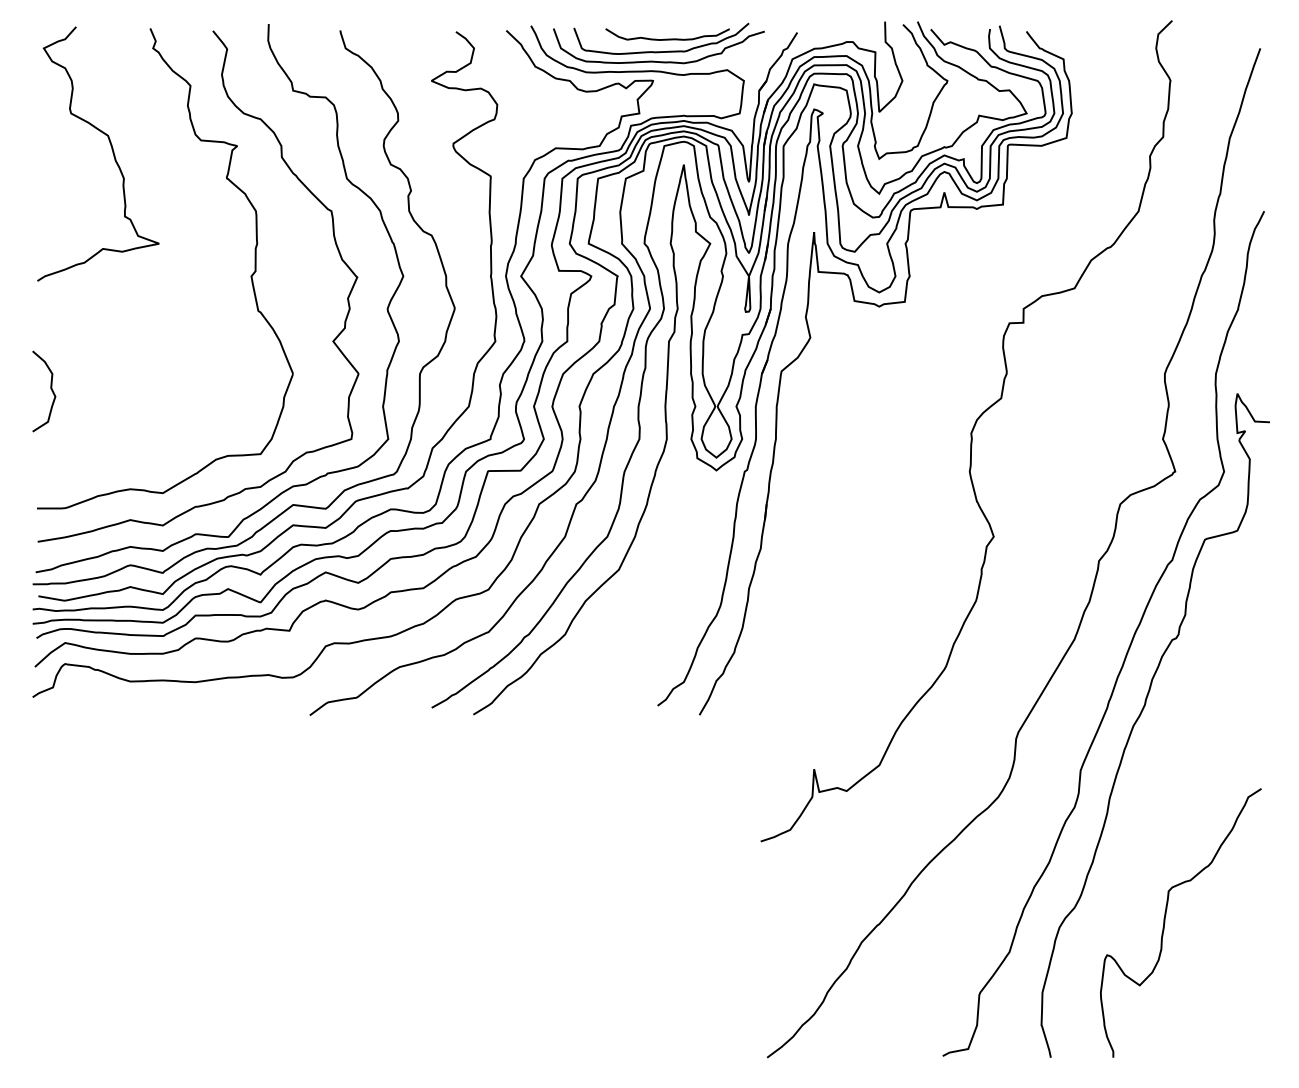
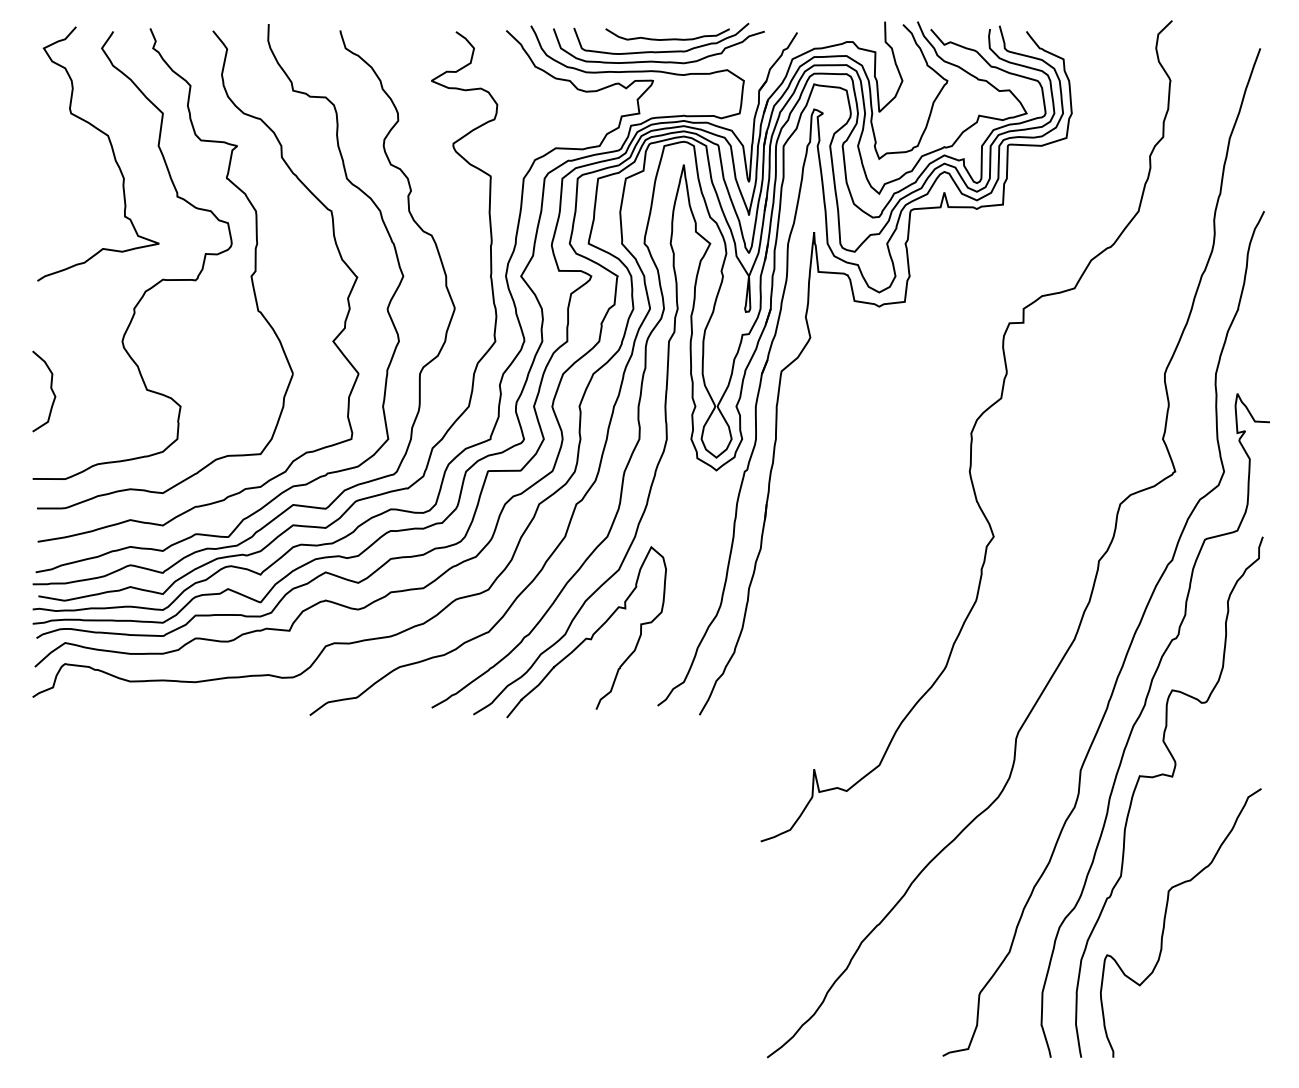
curve at (155, 283): none -> present
curve at (586, 637): none -> present
curve at (1170, 777): none -> present
